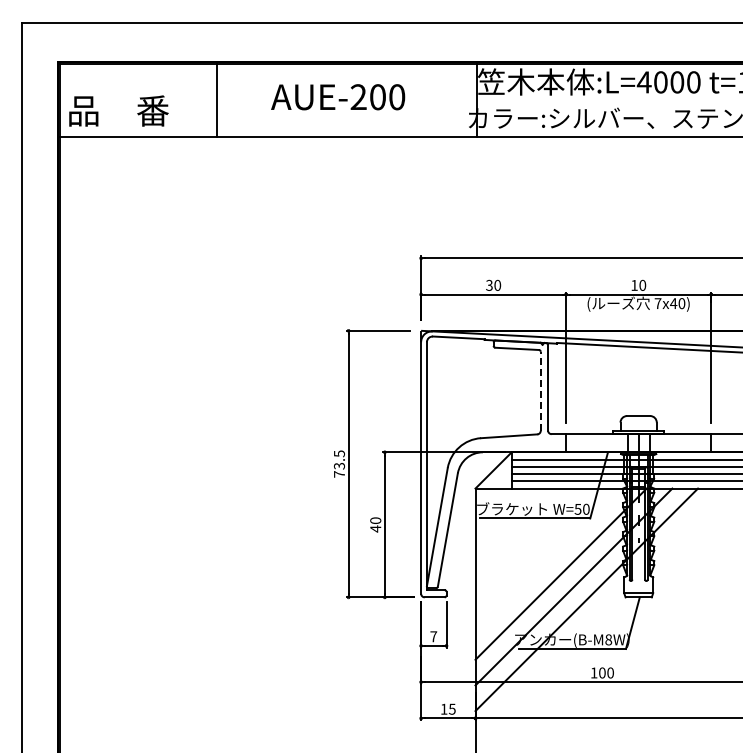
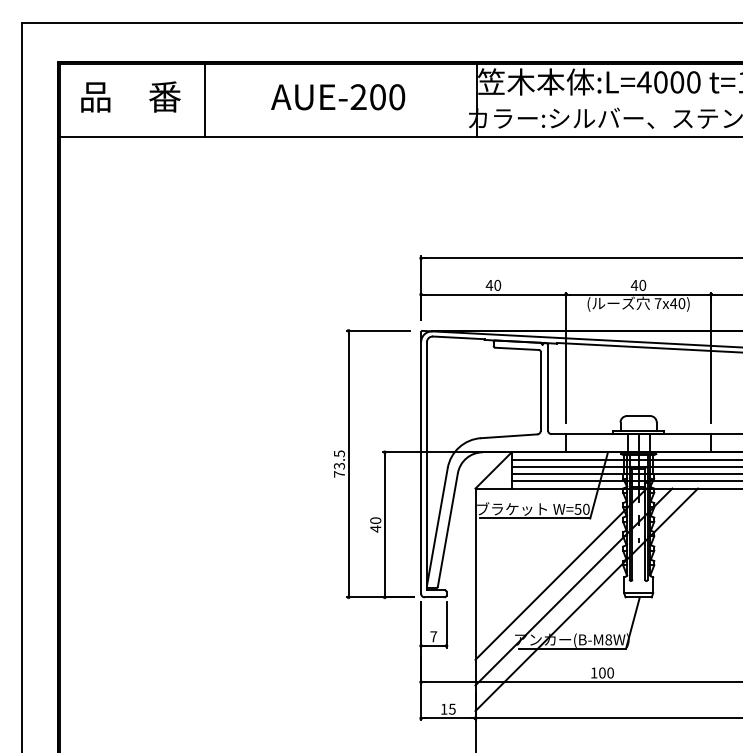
line at (217, 100) position: (217, 100) -> (205, 100)
text at (118, 110) position: (118, 110) -> (130, 96)
text at (489, 284): 30 -> 40
text at (634, 285): 10 -> 40
line at (540, 390): dashed -> solid
